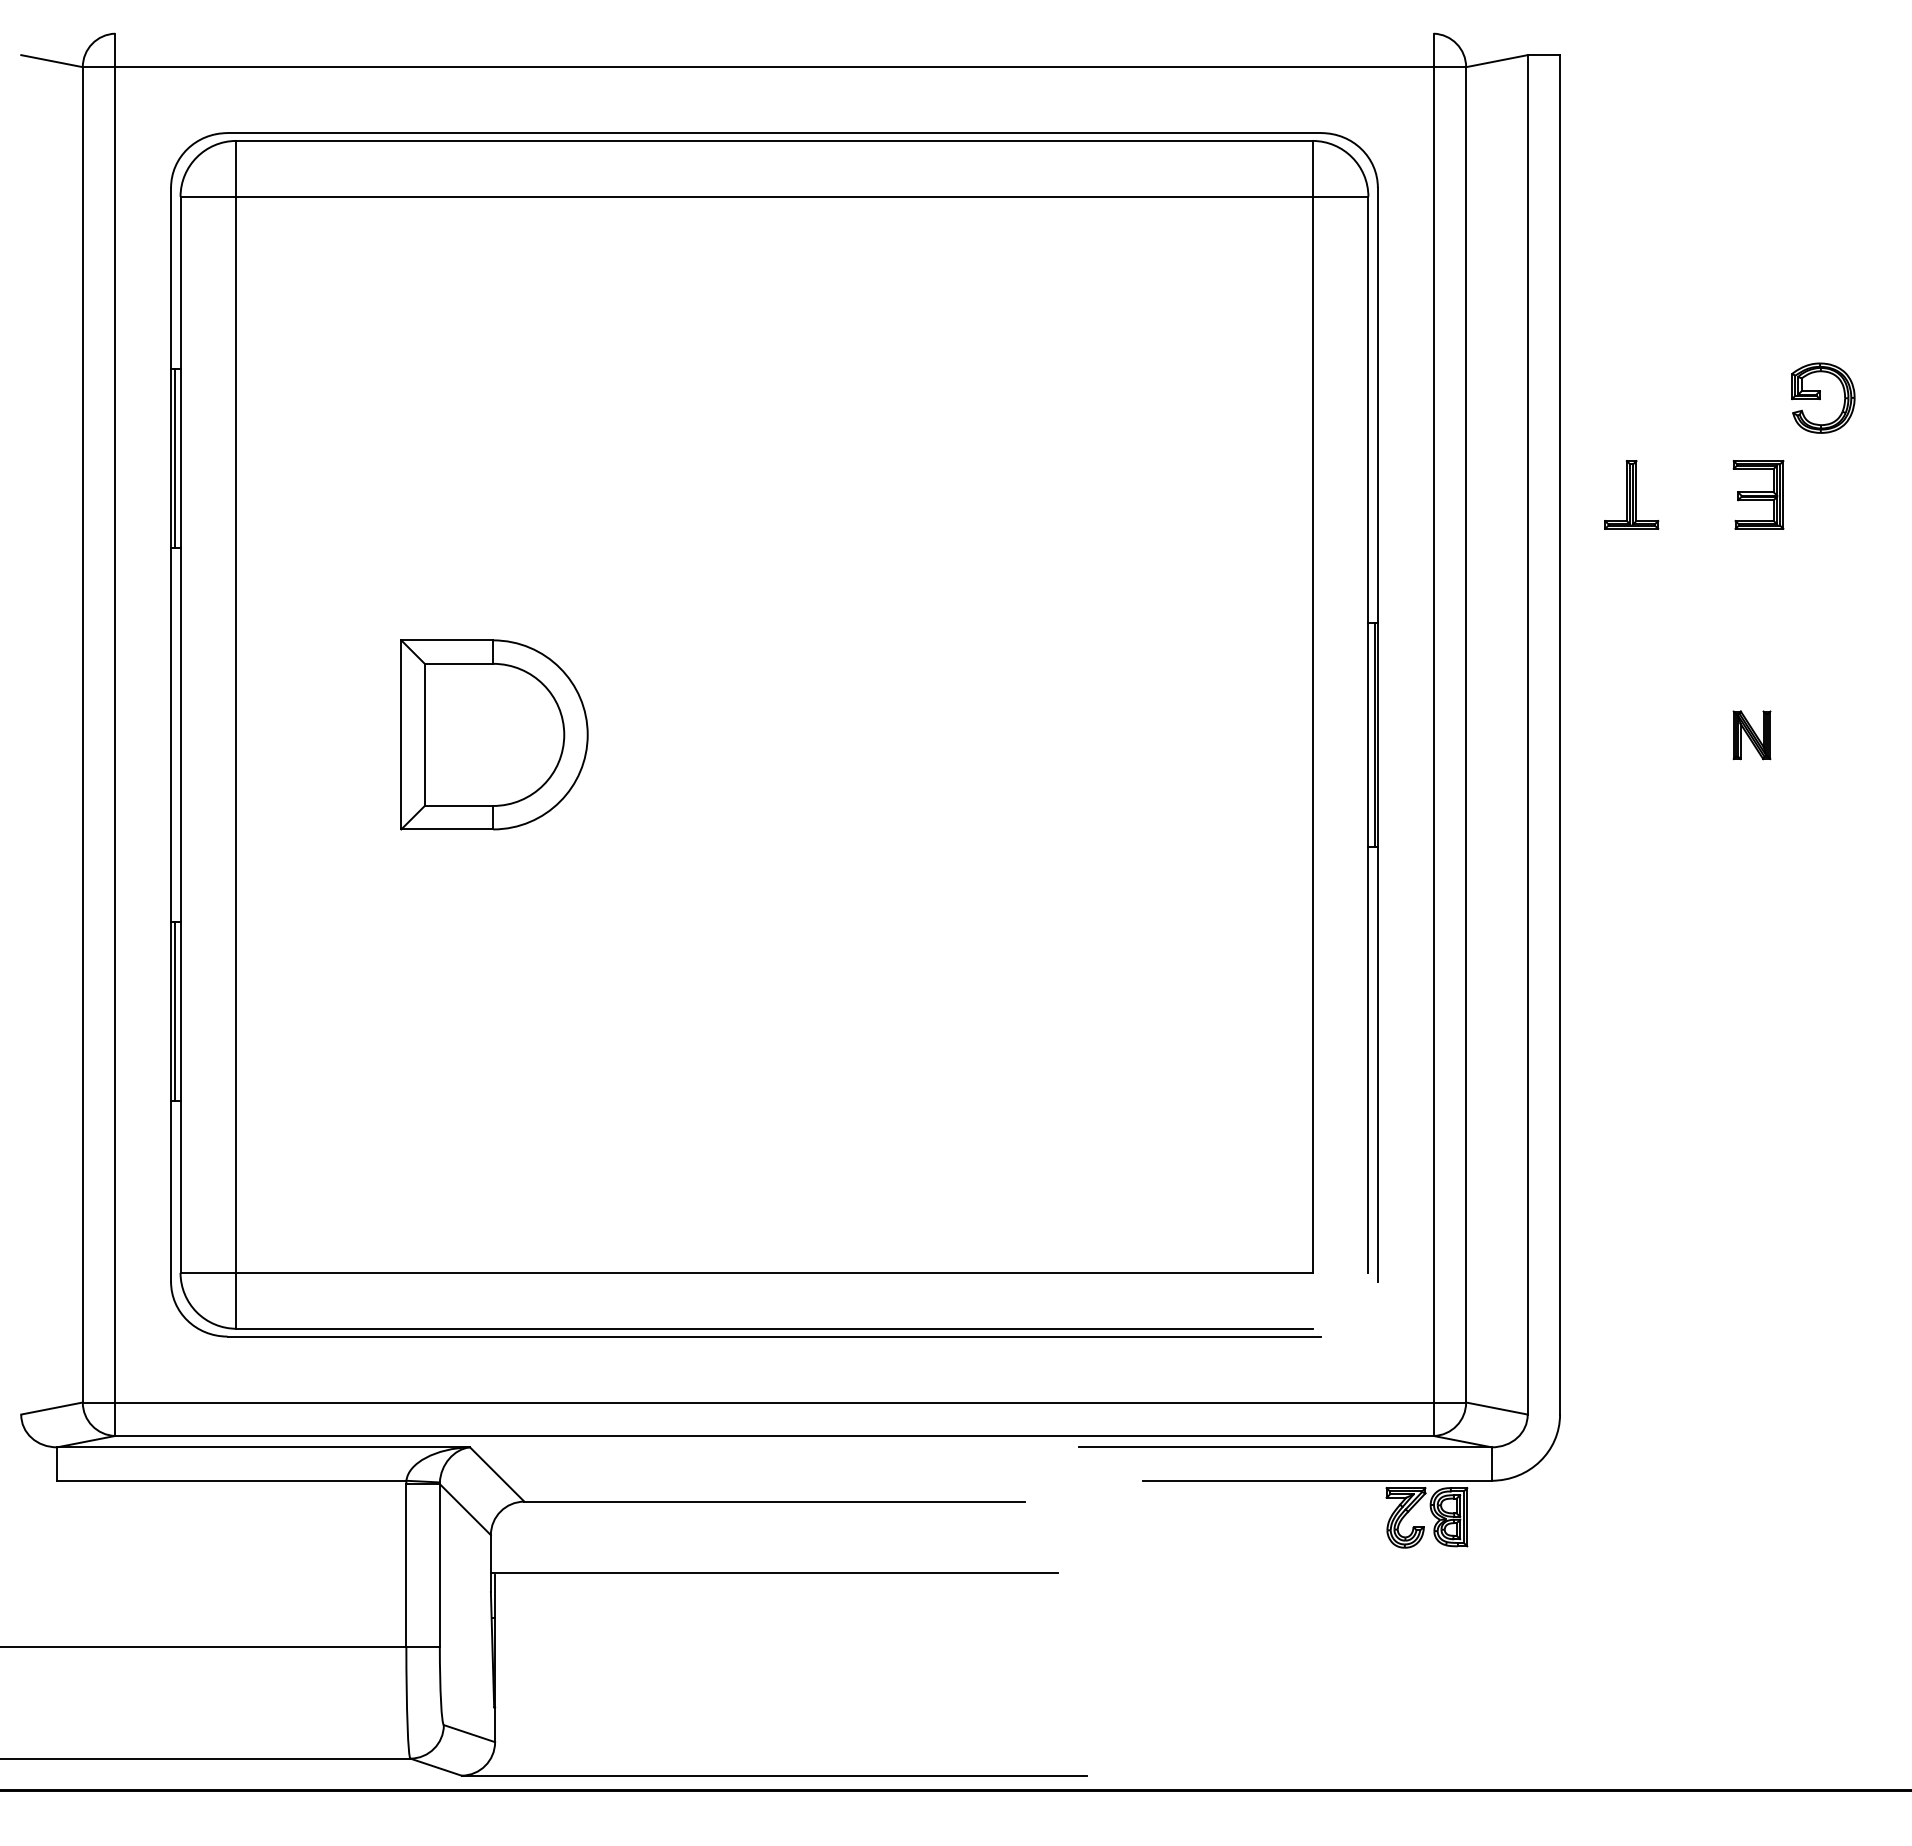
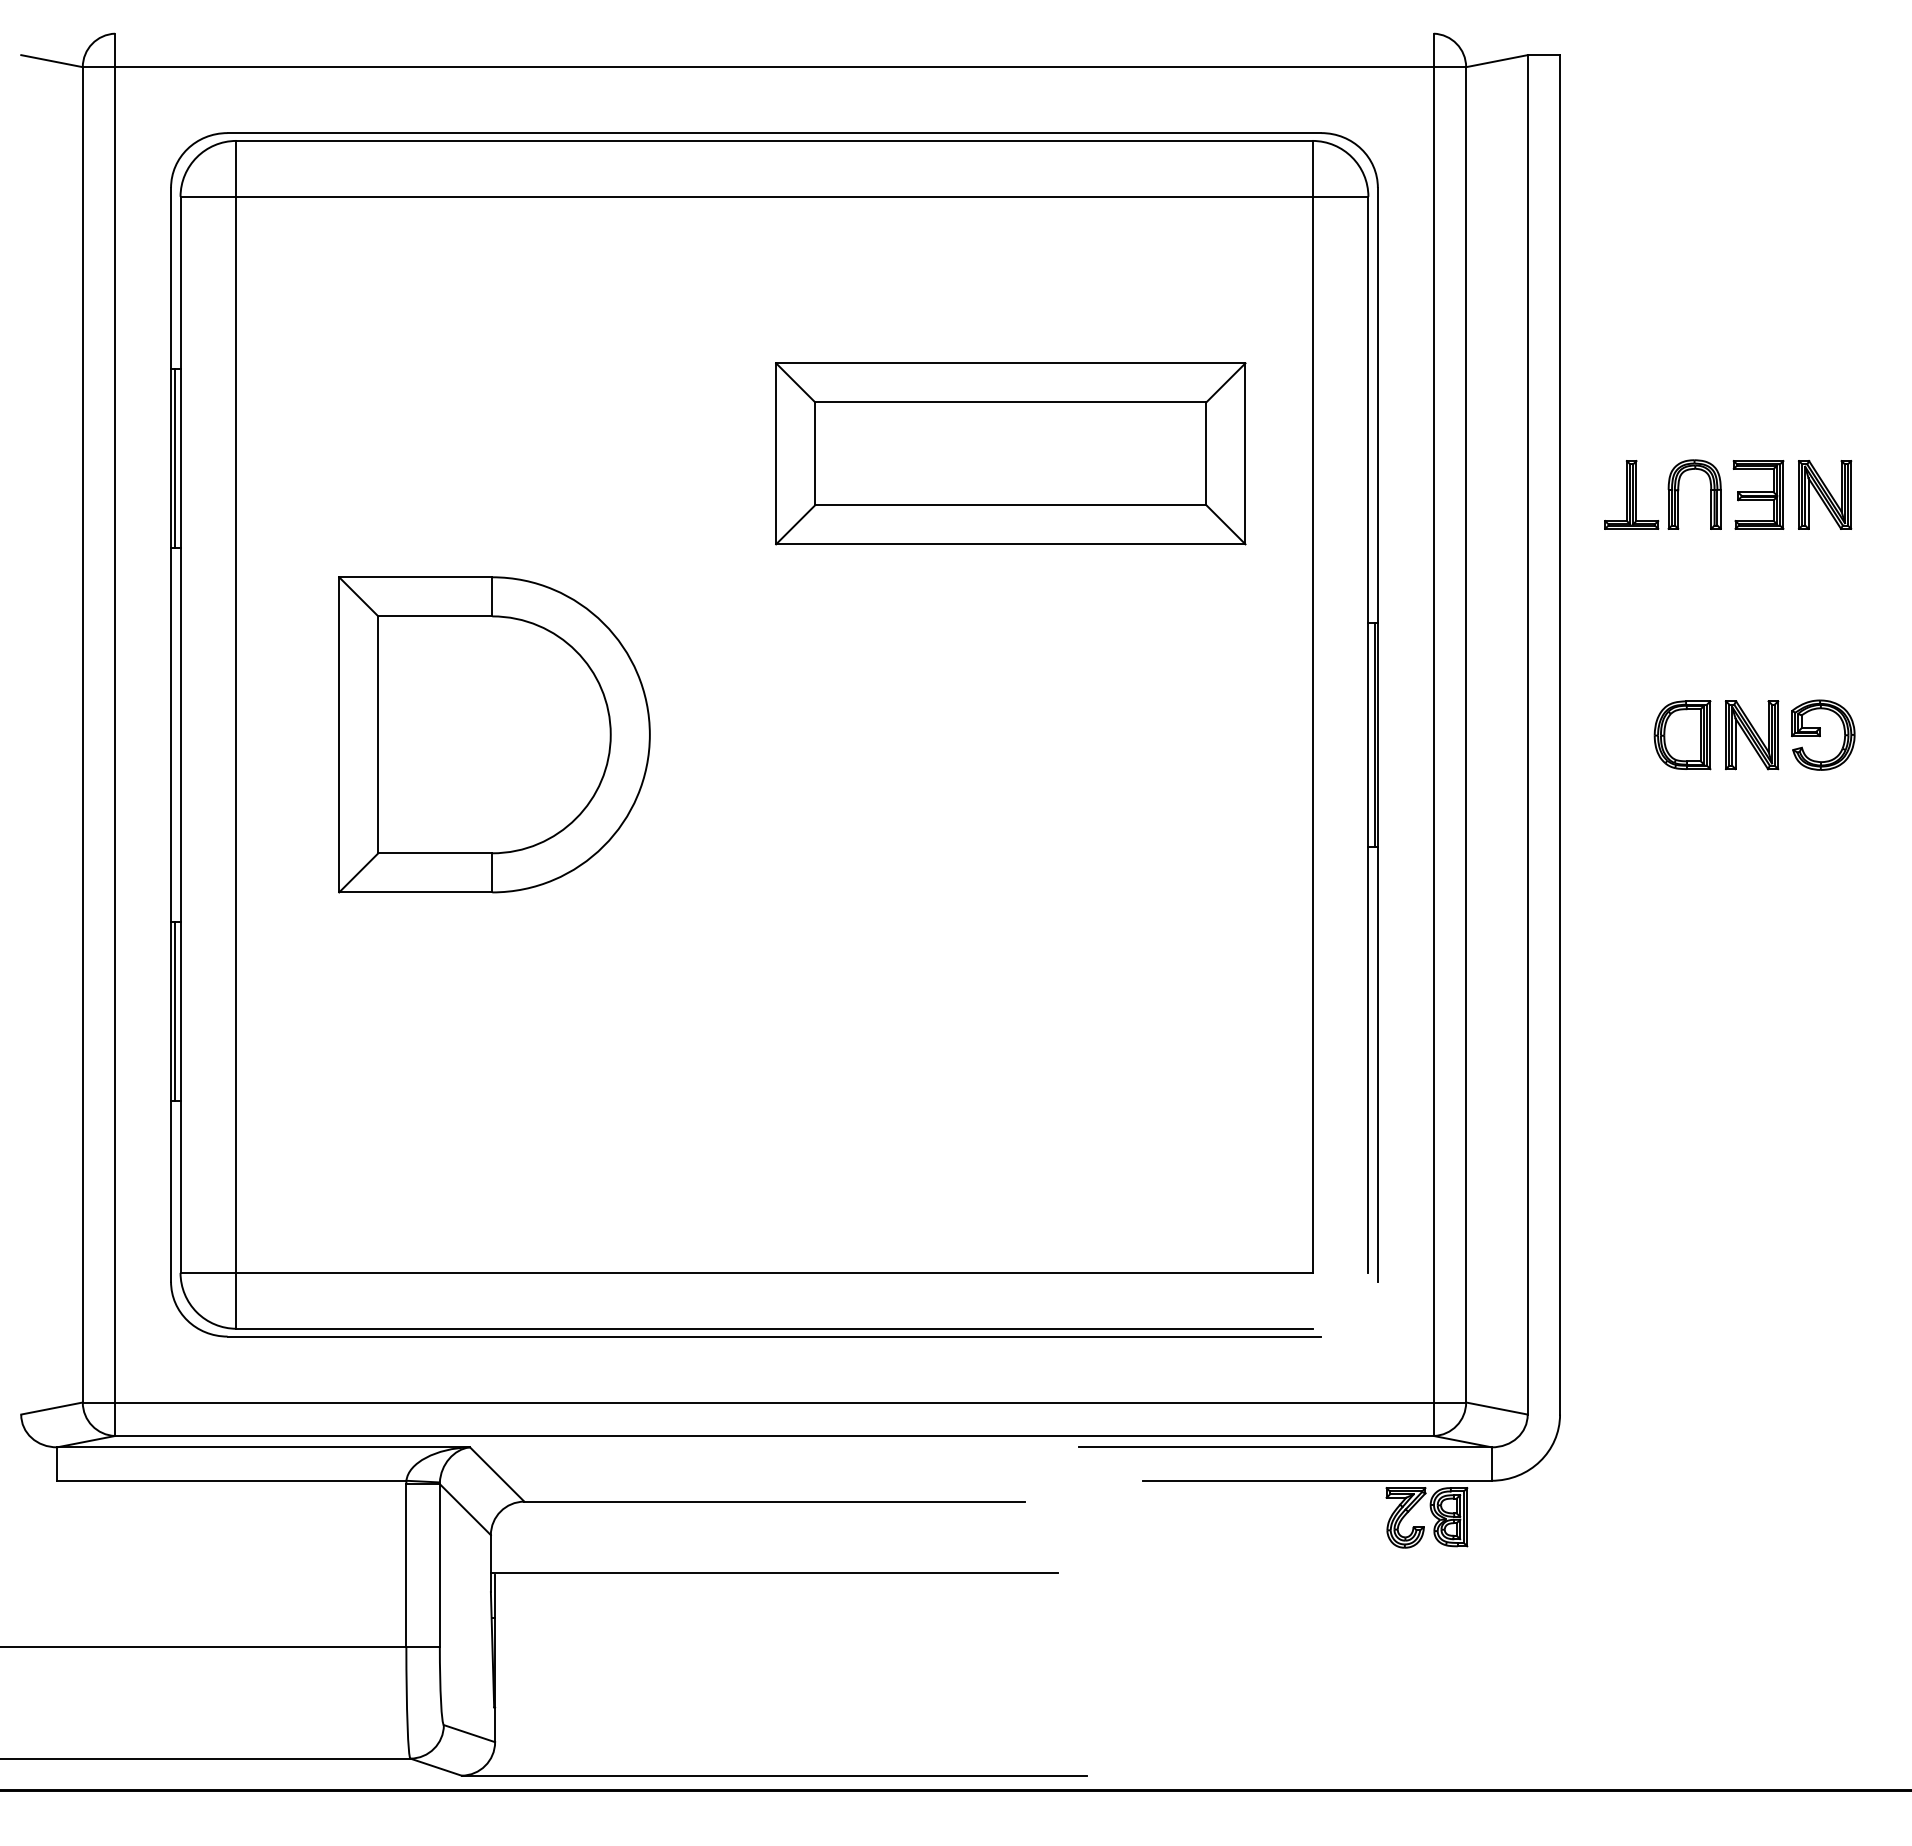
part at (1823, 397) position: (1823, 397) -> (1823, 734)
part at (1010, 453): none -> present
part at (1679, 490): none -> present
part at (1825, 494): none -> present
part at (494, 734) size: 189x192 px -> 313x318 px
part at (1682, 735): none -> present
part at (1751, 735) size: 40x51 px -> 56x71 px
